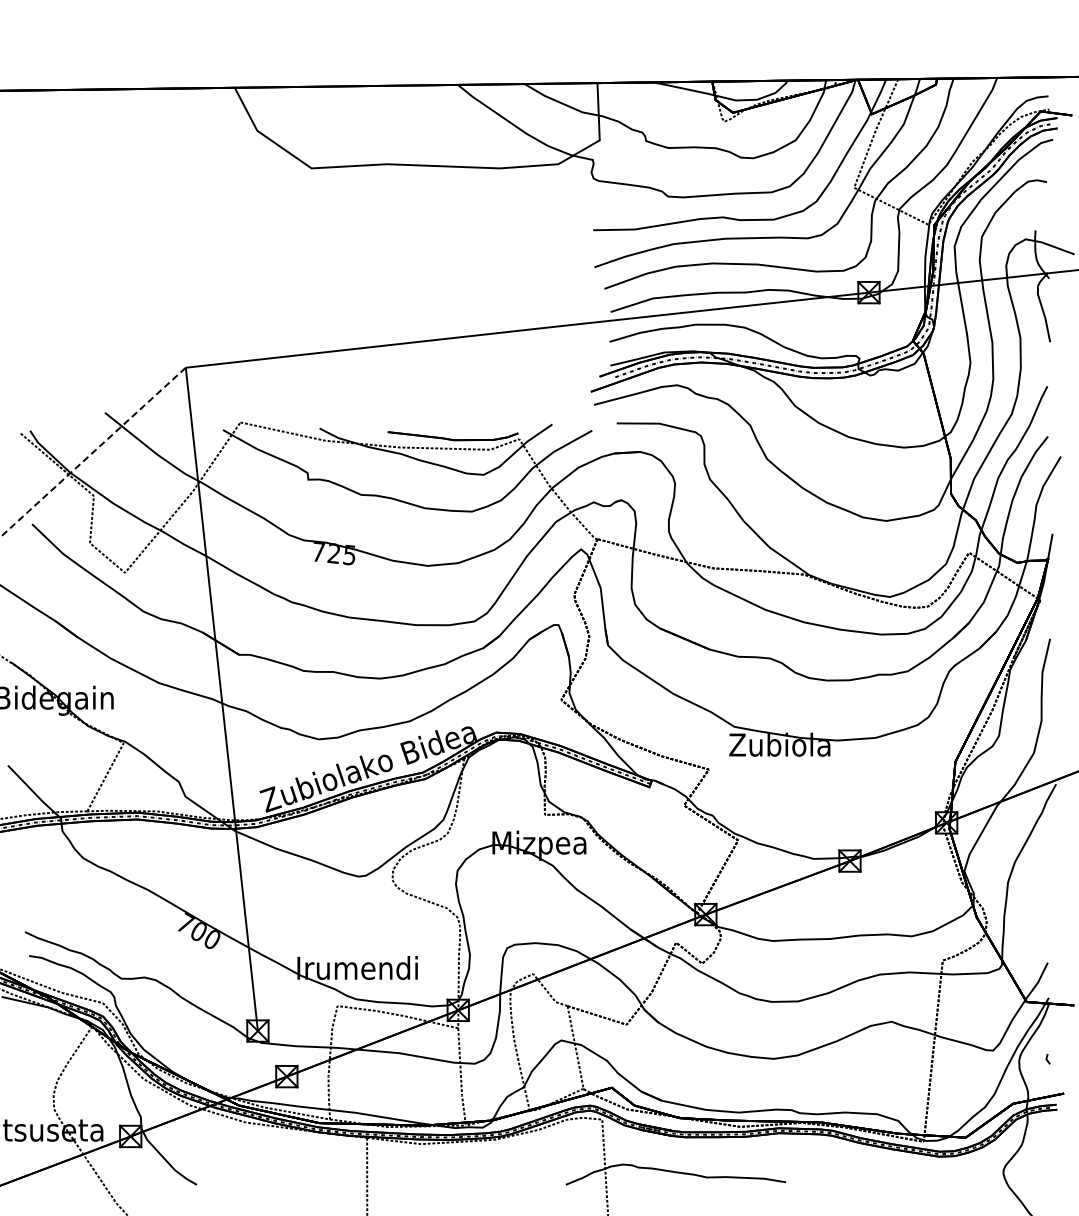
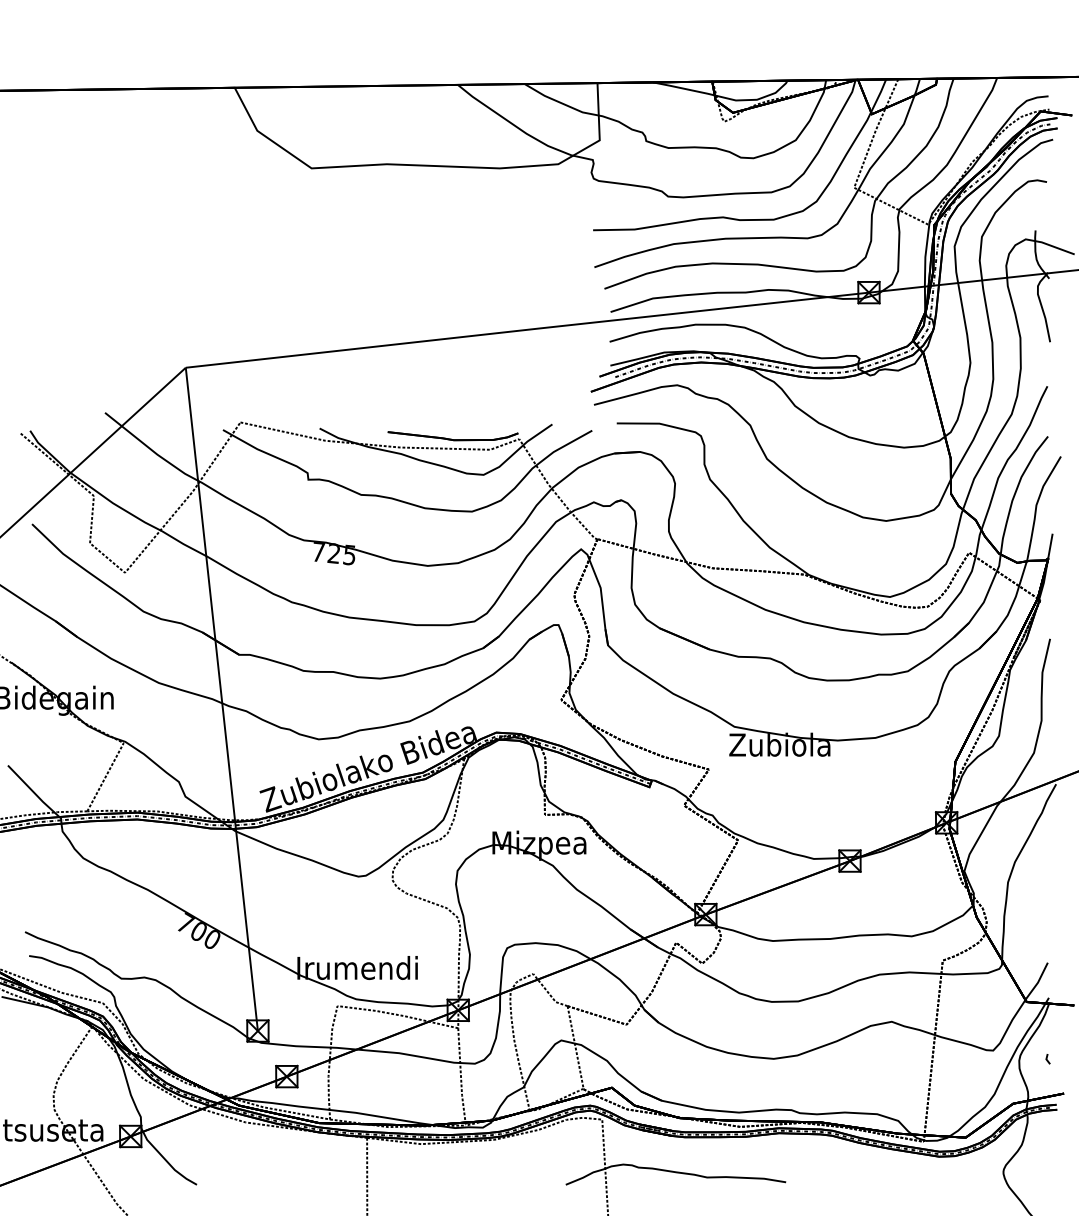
line at (92, 452): dashed -> solid
